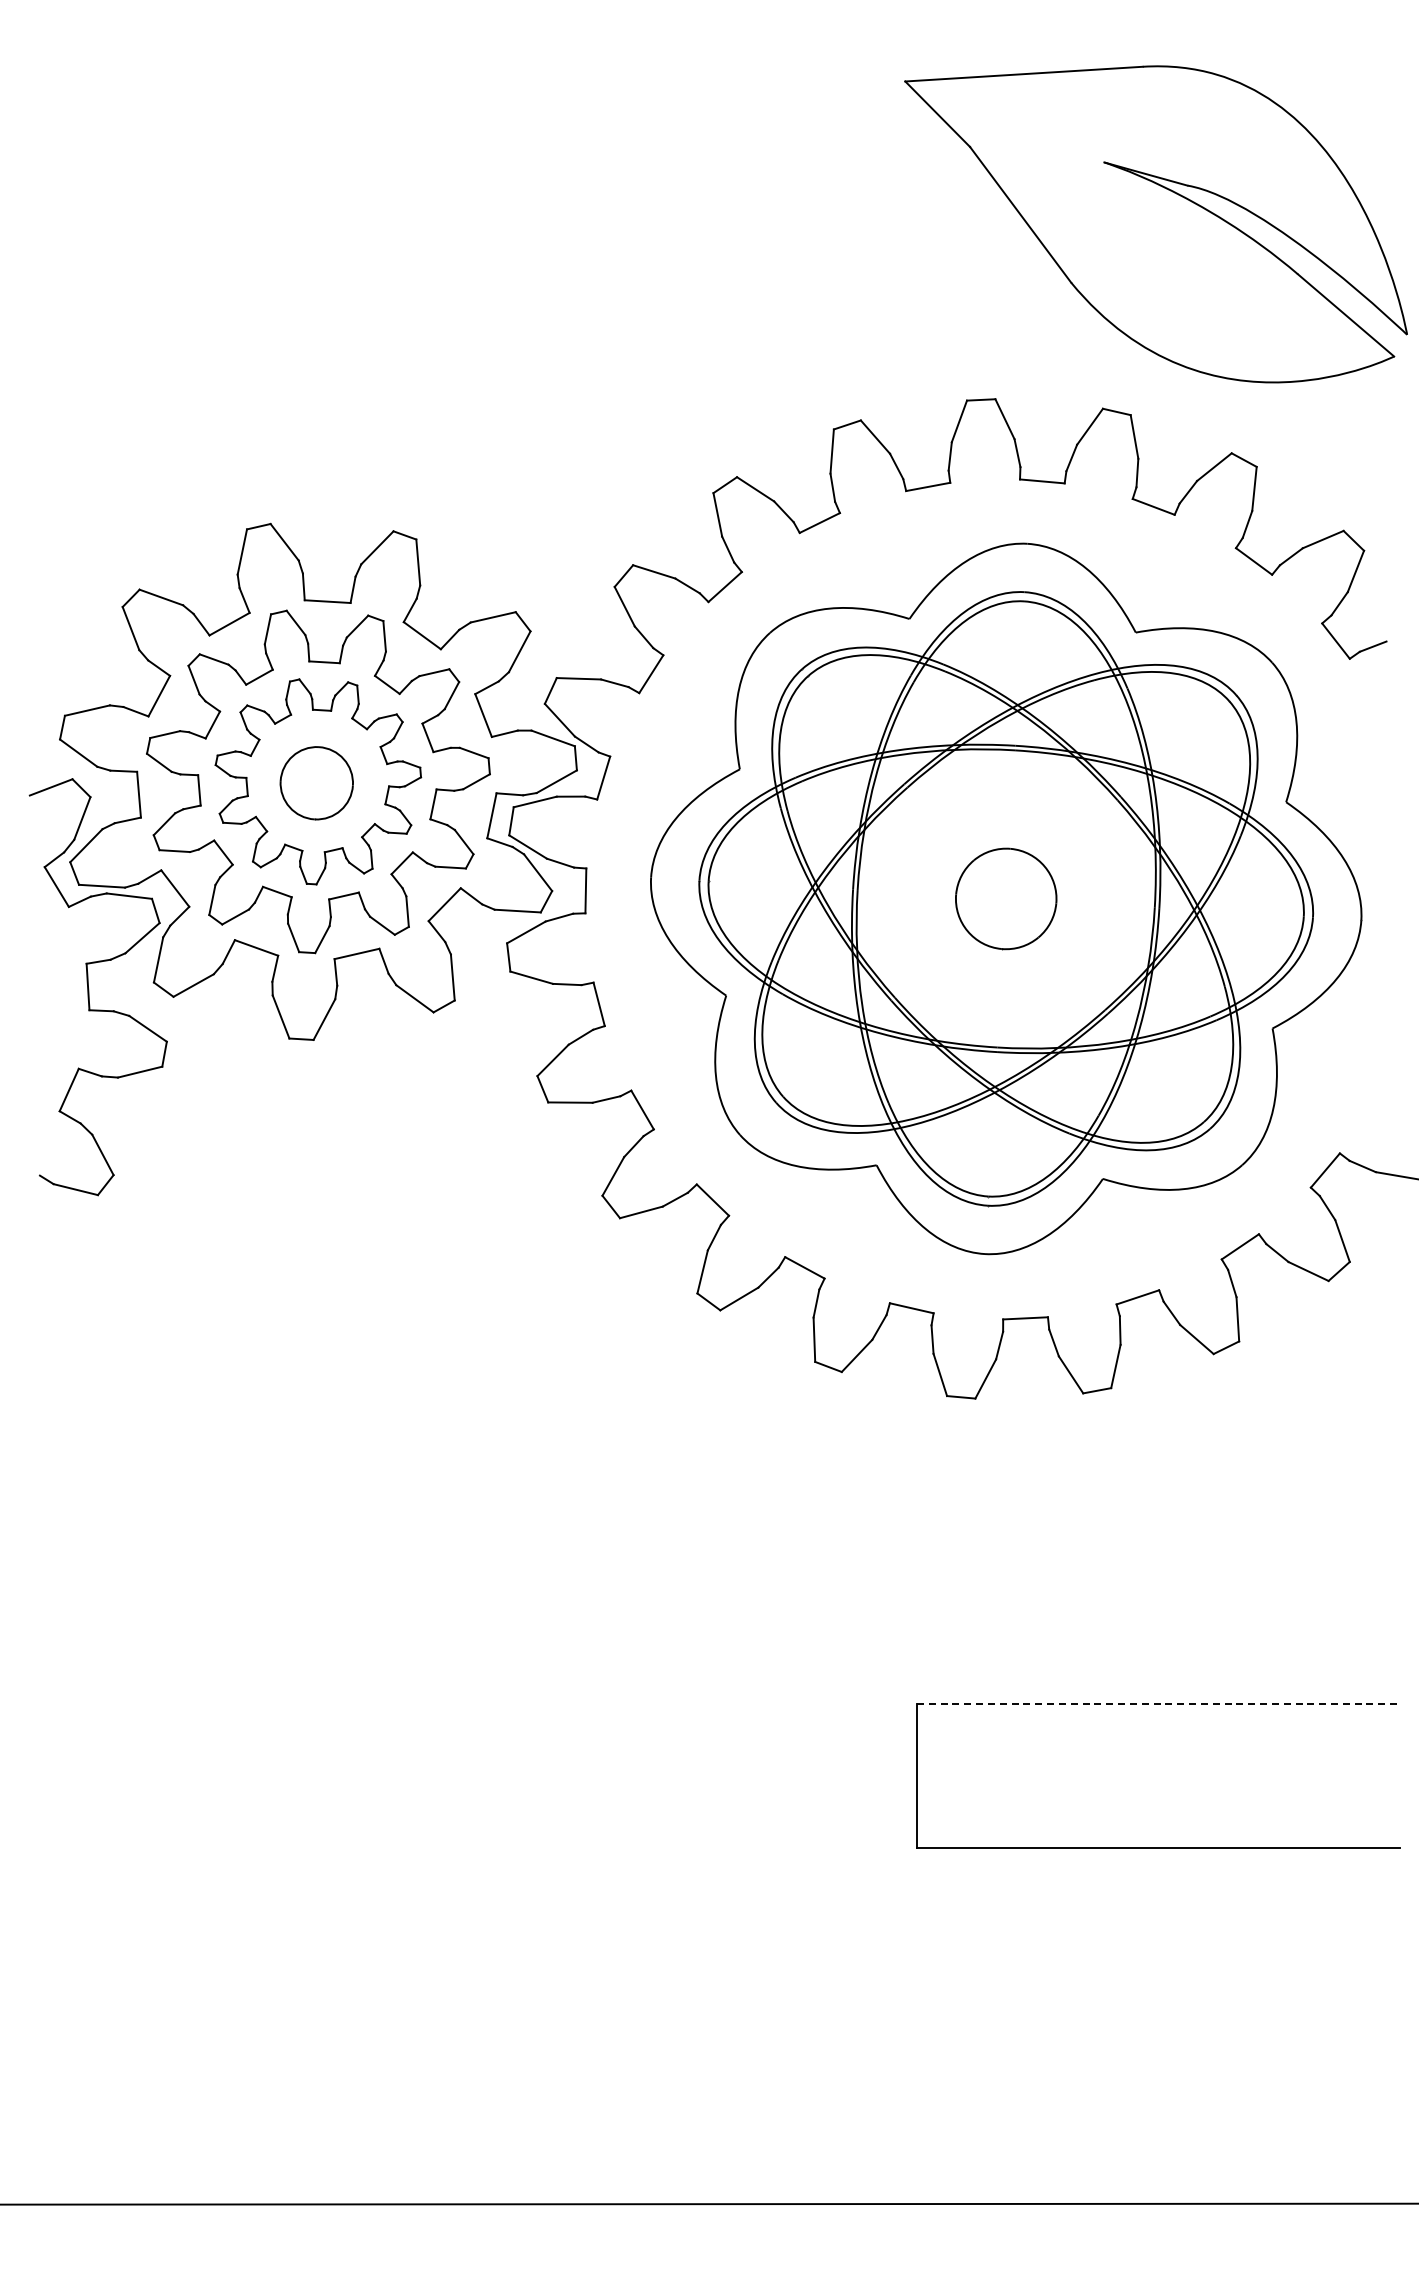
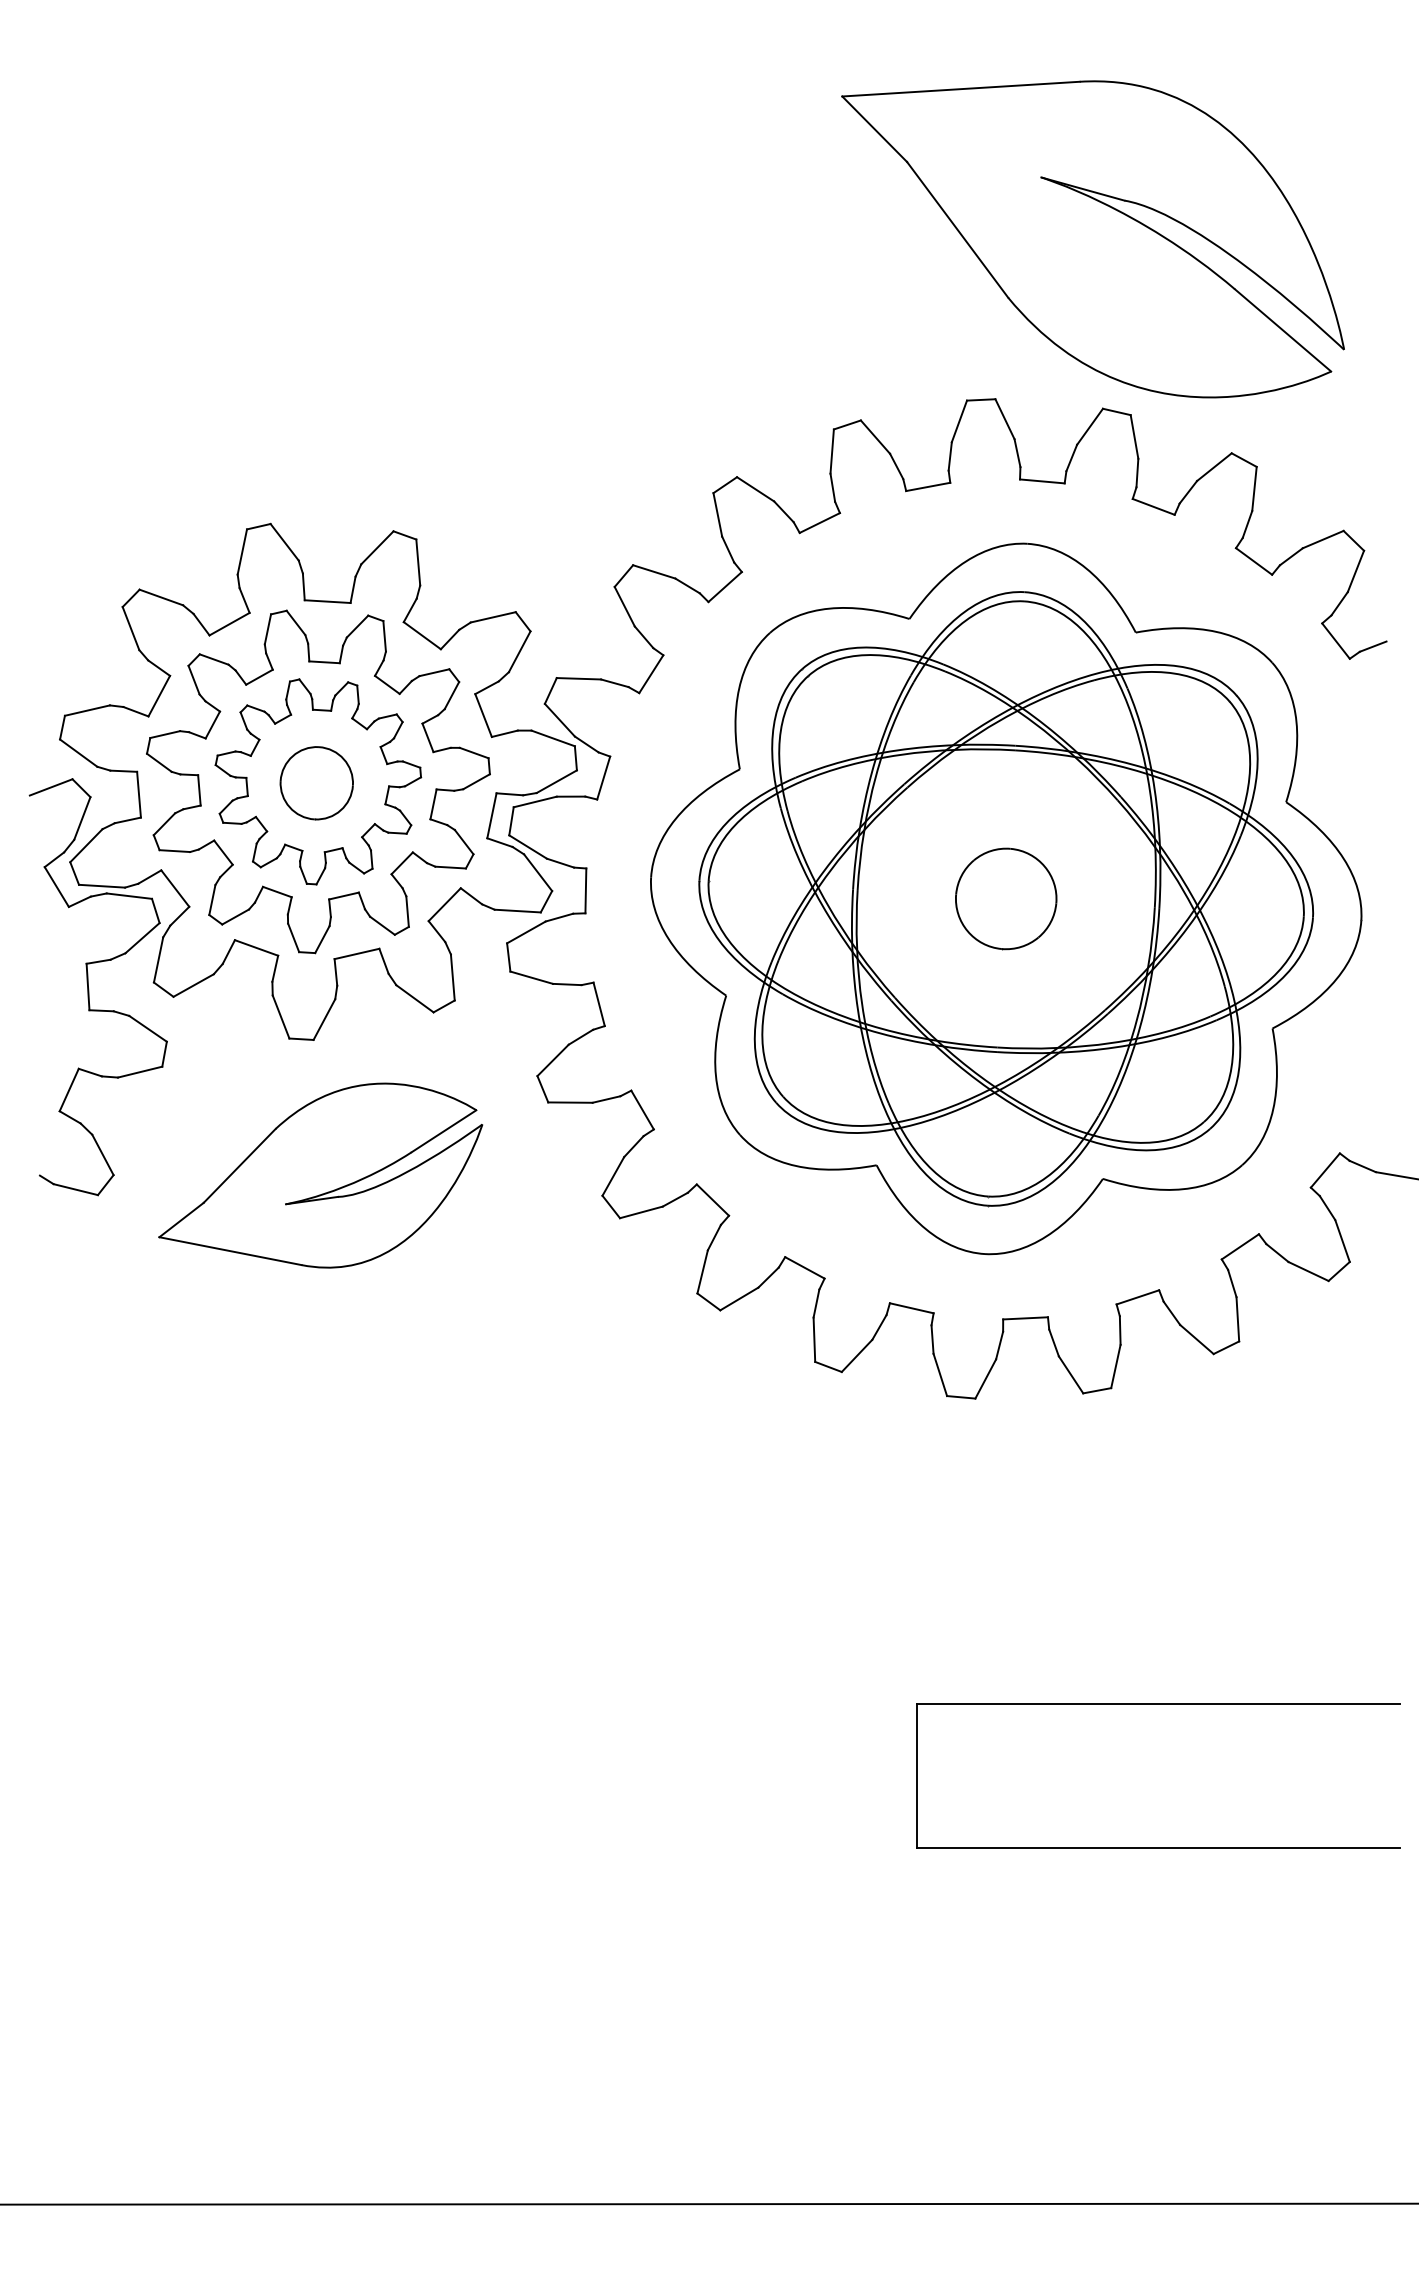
part at (1155, 224) position: (1155, 224) -> (1092, 239)
part at (320, 1175): none -> present
line at (1158, 1703): dashed -> solid
